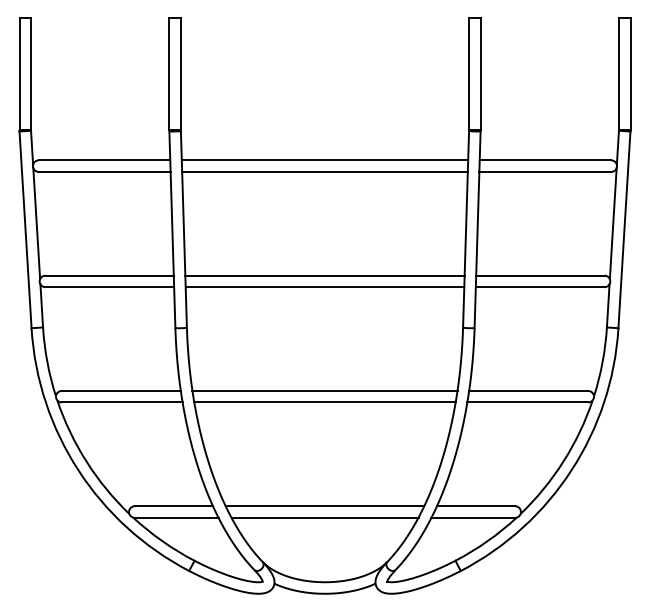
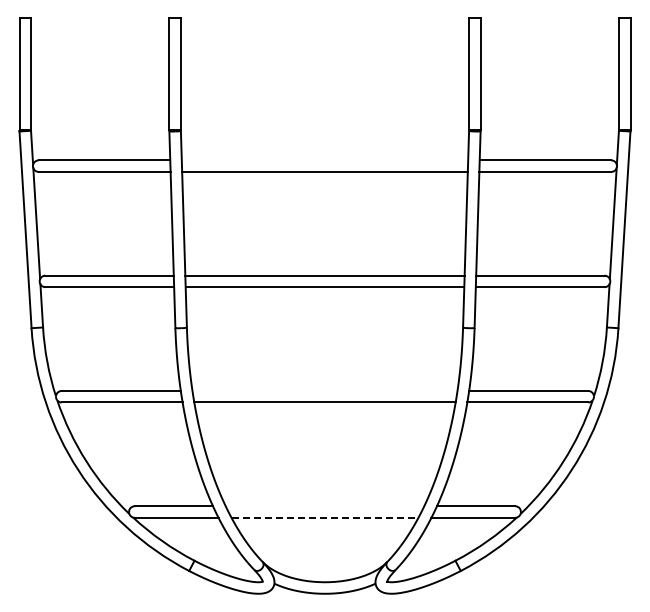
line at (324, 160): present -> none
line at (324, 390): present -> none
line at (324, 506): present -> none
line at (325, 517): solid -> dashed
